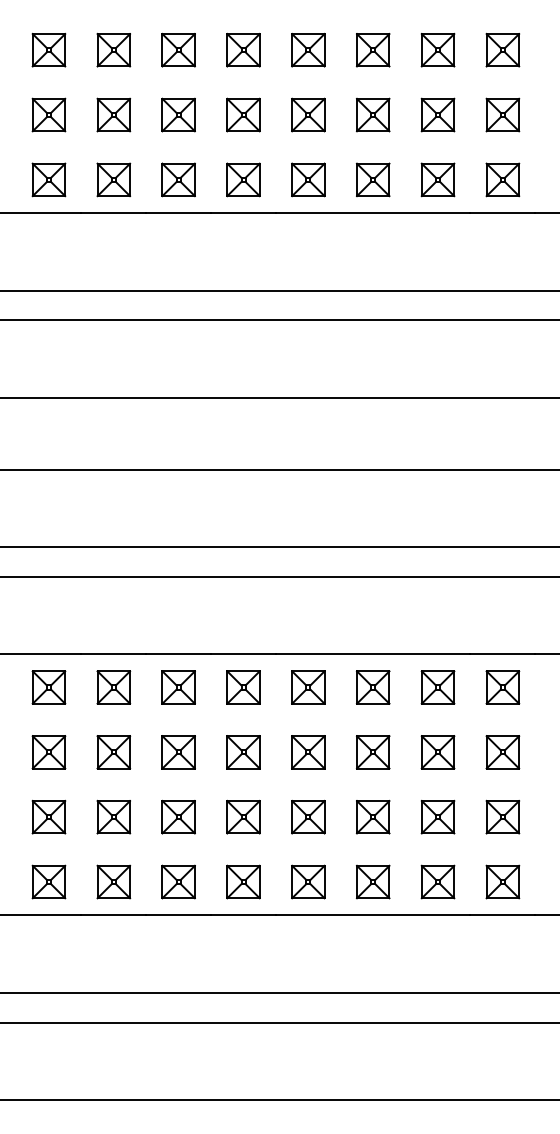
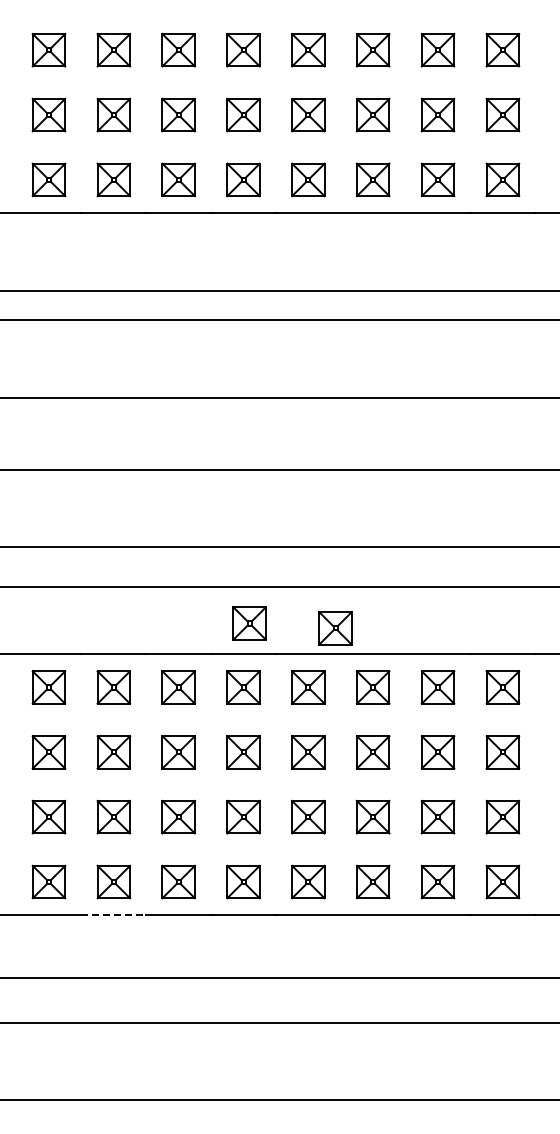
line at (279, 576) position: (279, 576) -> (279, 586)
part at (249, 623): none -> present
part at (335, 628): none -> present
line at (114, 915): solid -> dashed
line at (279, 992) position: (279, 992) -> (279, 977)
